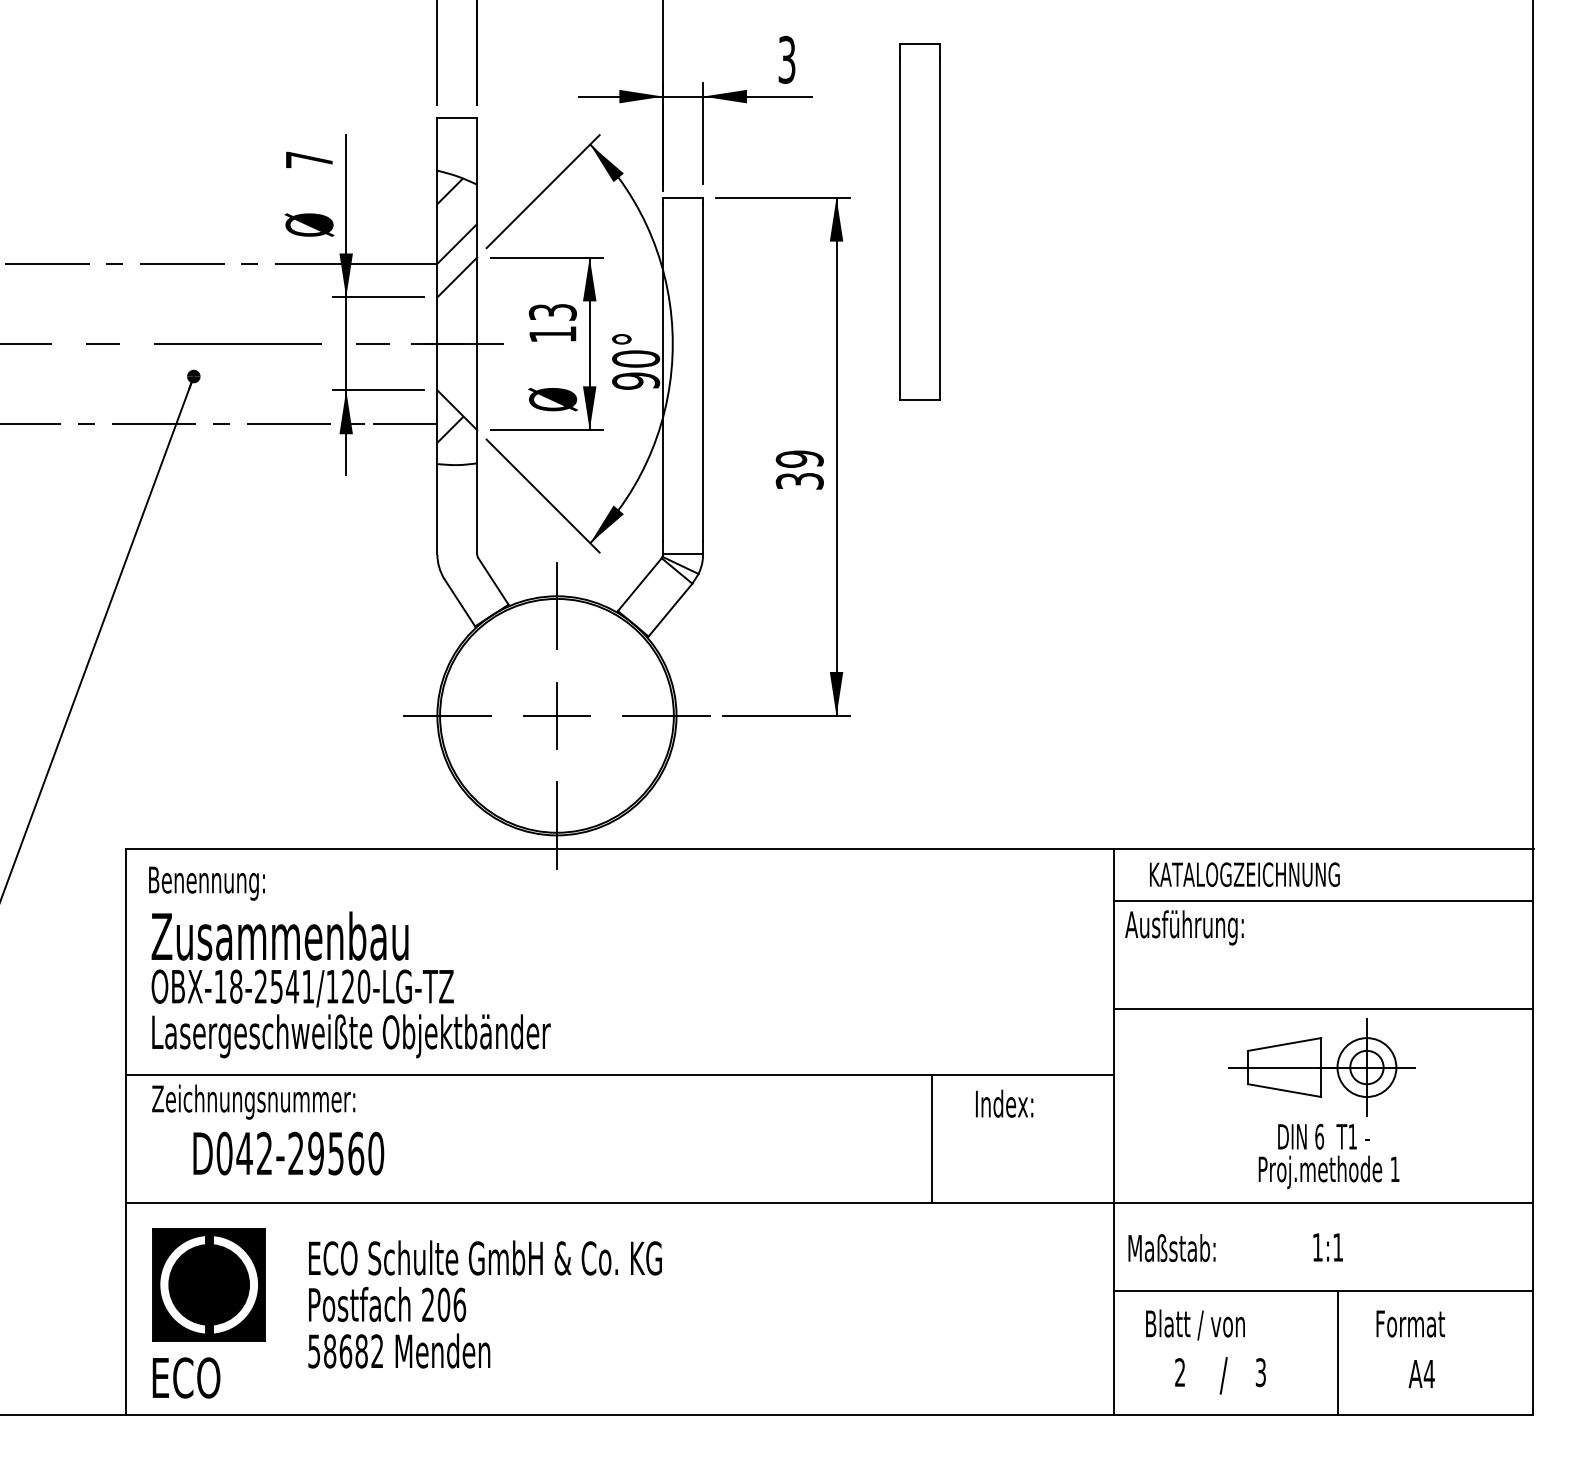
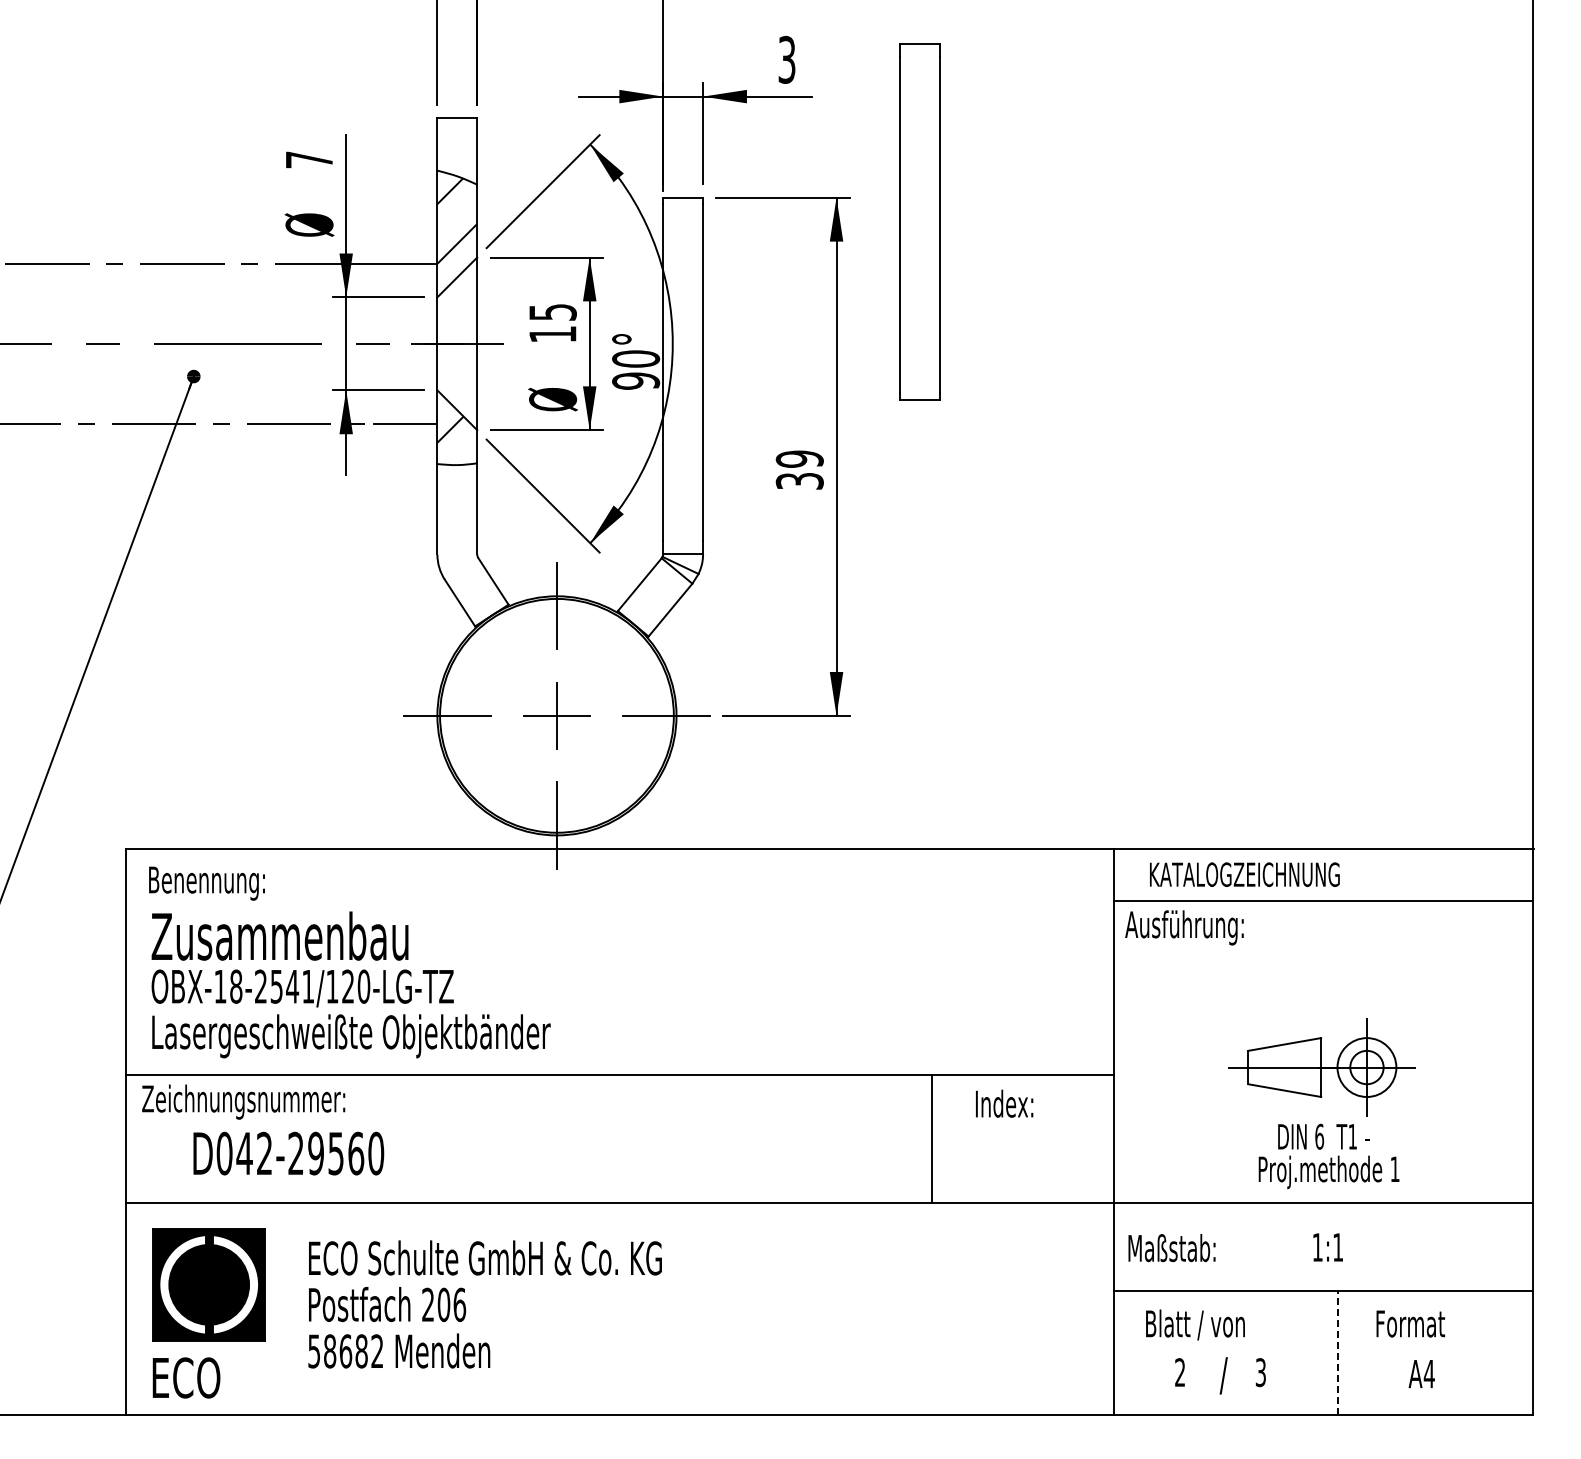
text at (552, 312): 13 -> 15
line at (1323, 1009): present -> none
text at (253, 1101) position: (253, 1101) -> (243, 1101)
line at (1337, 1352): solid -> dashed
